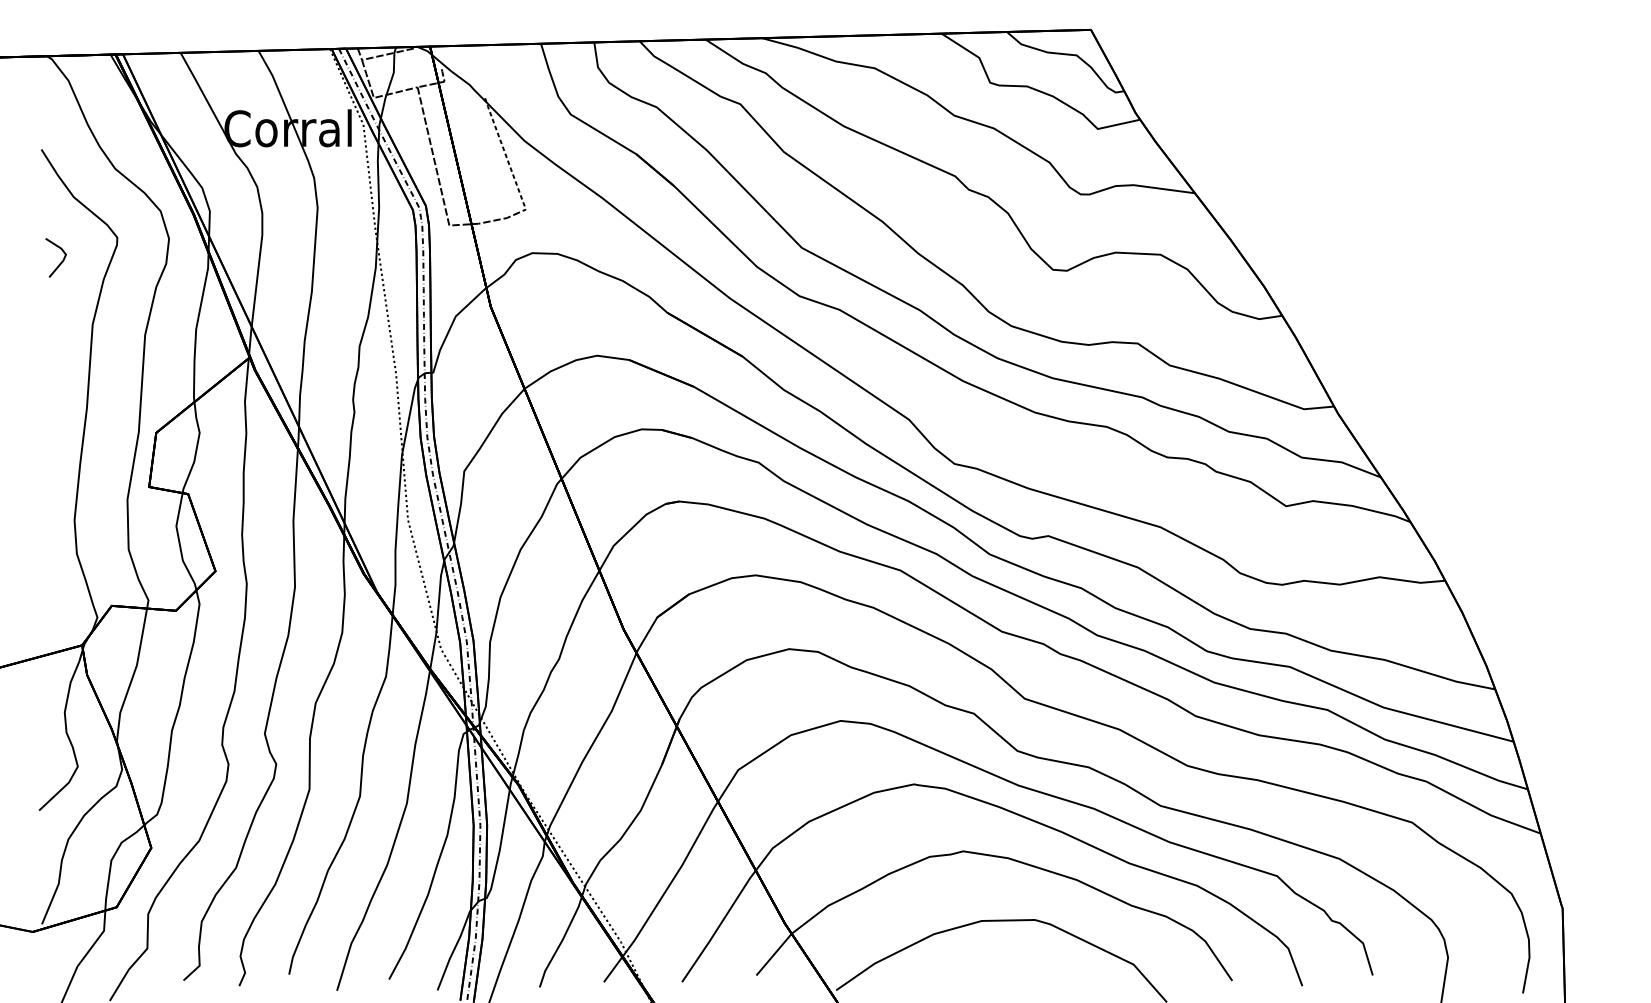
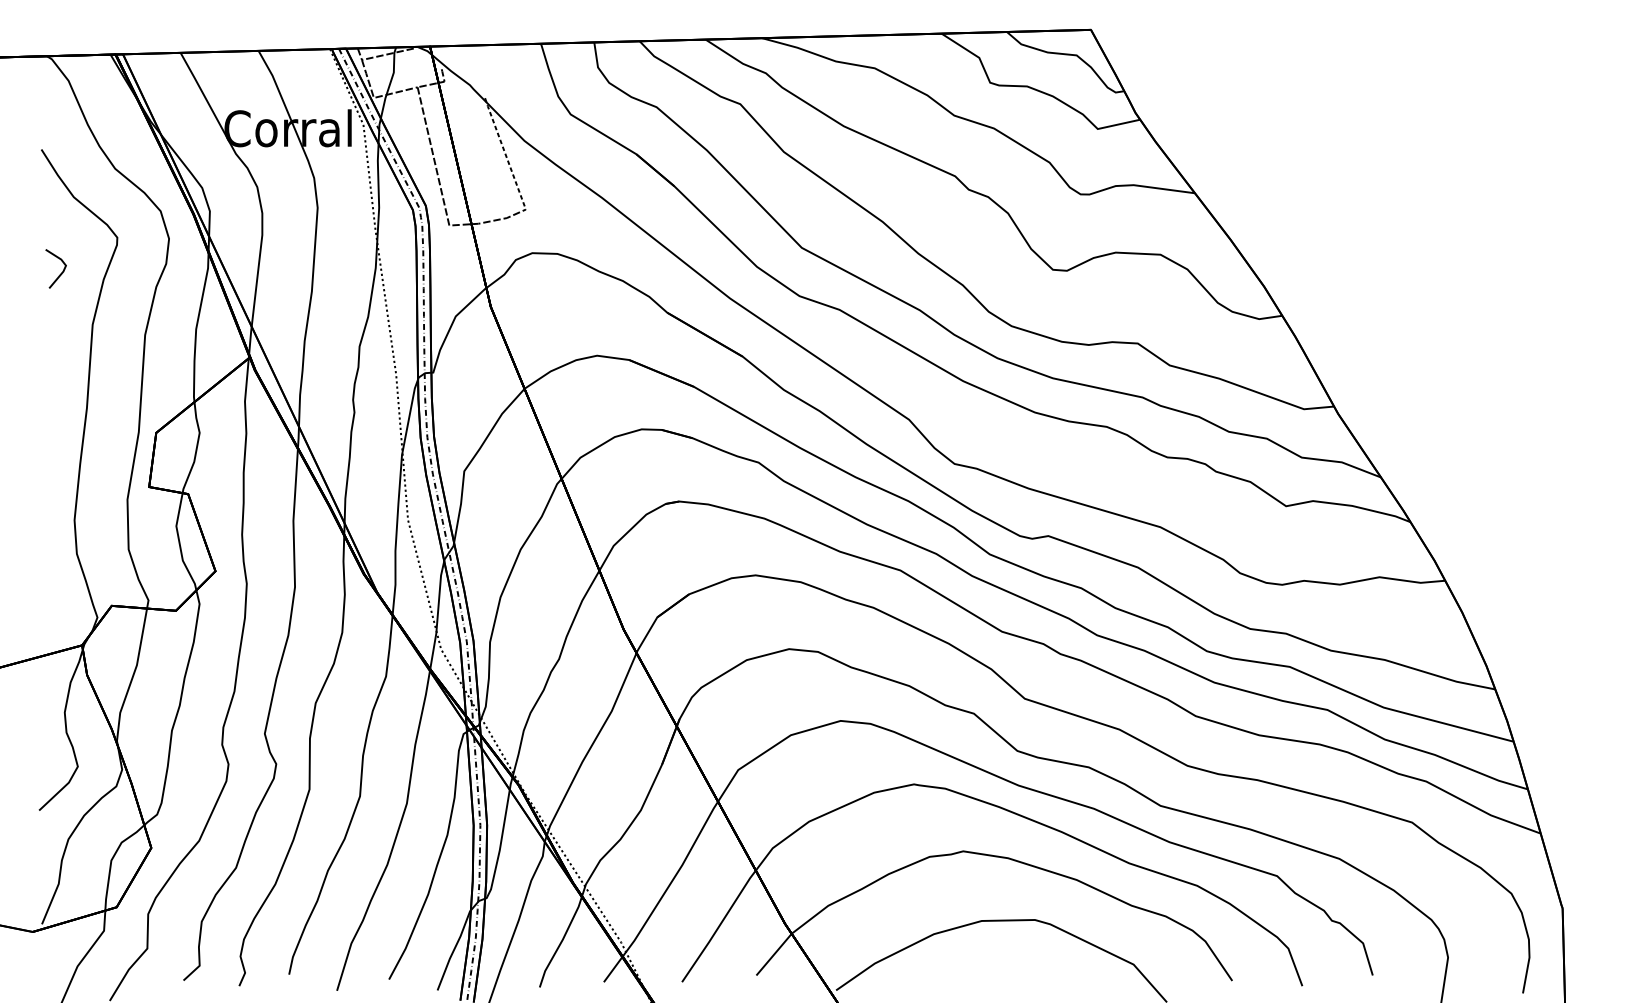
line at (60, 262) position: (60, 262) -> (60, 273)
